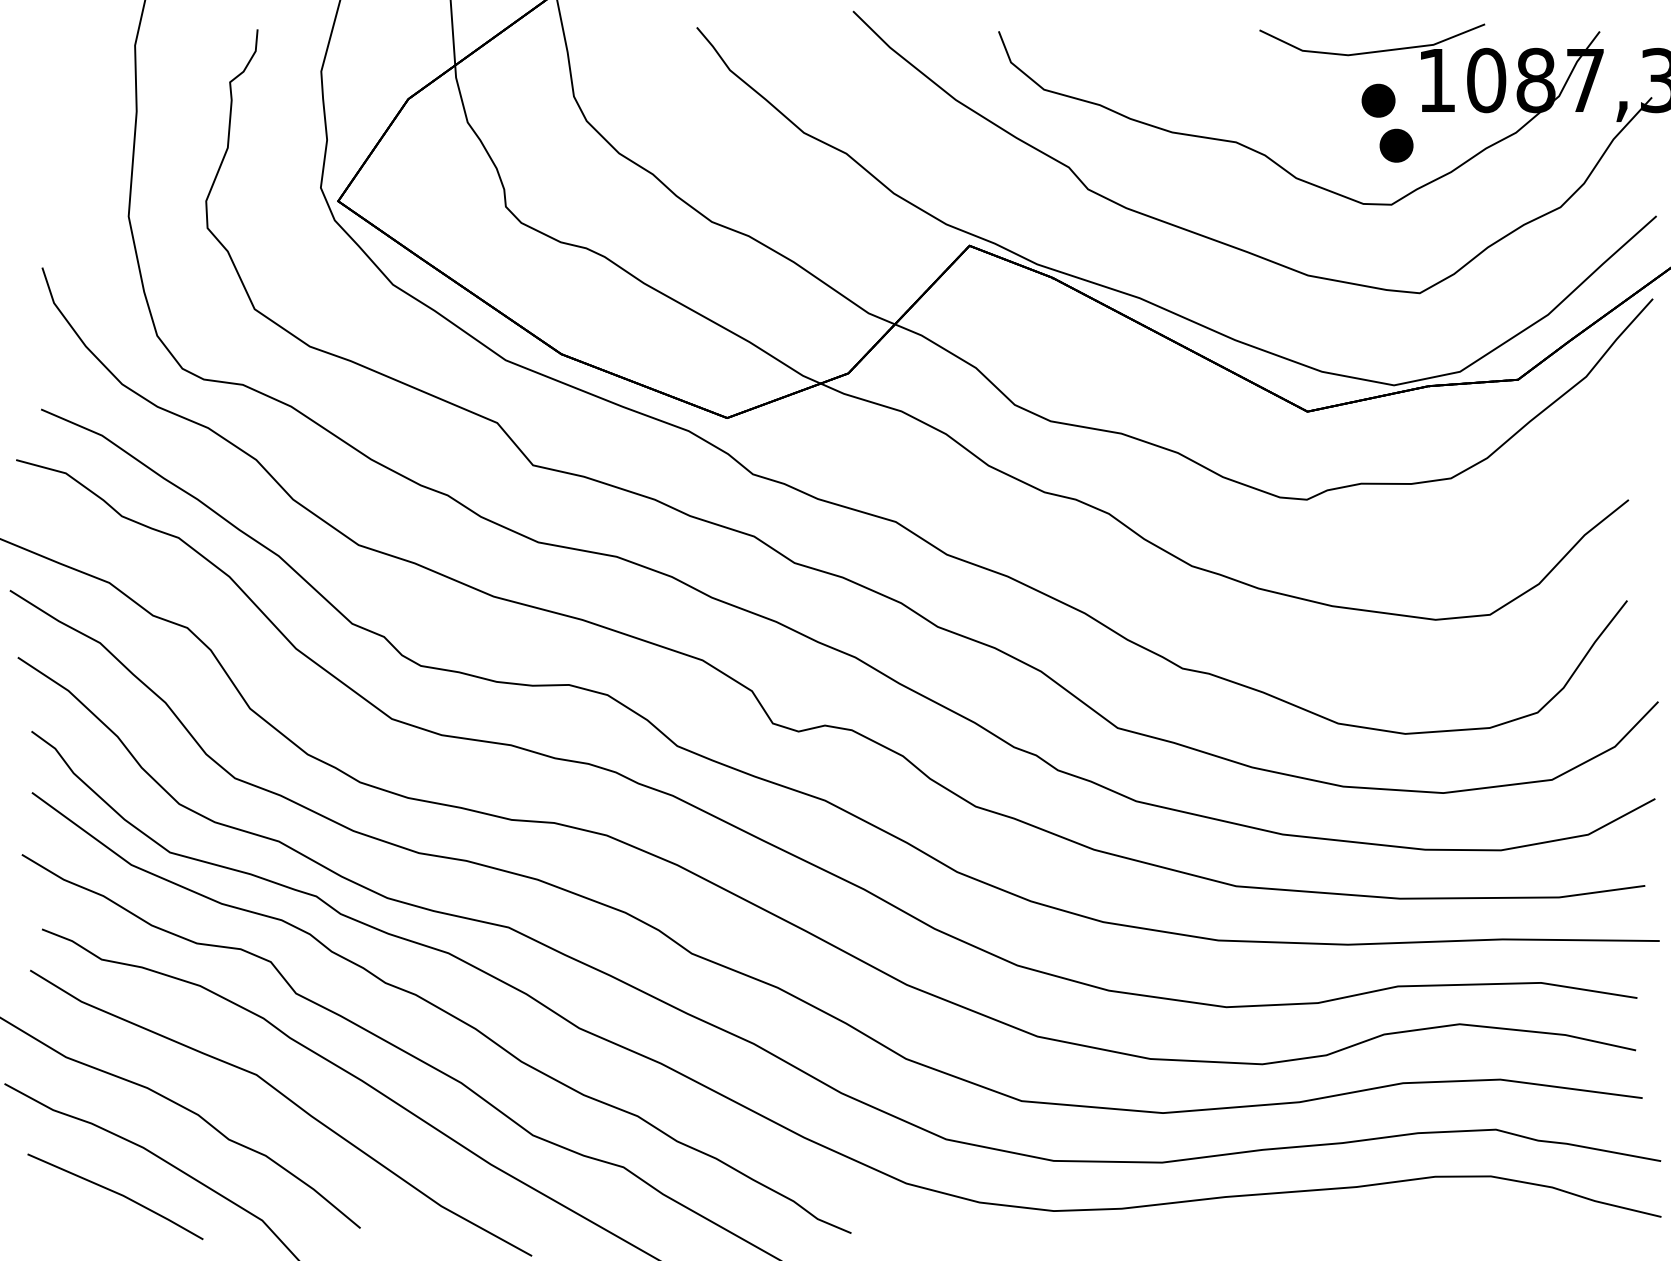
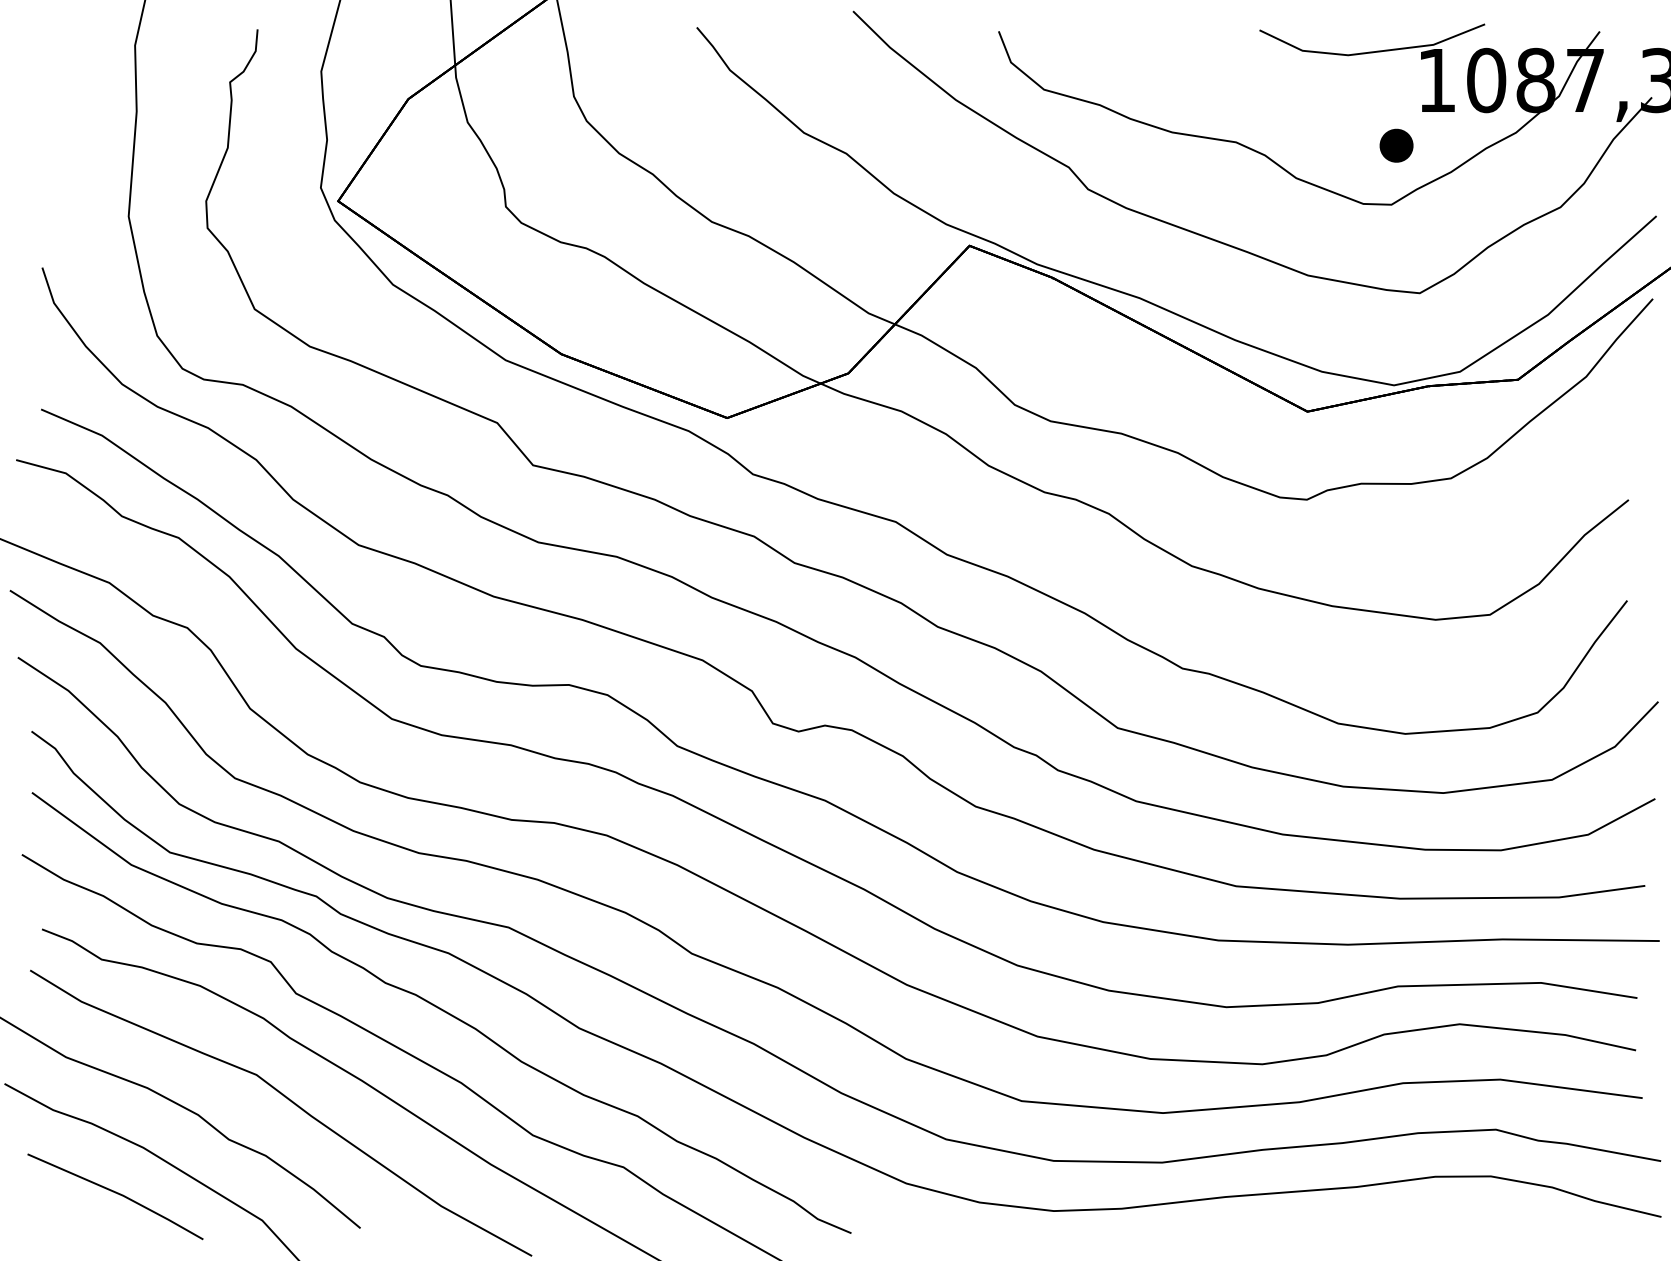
part at (1378, 100): present -> none
